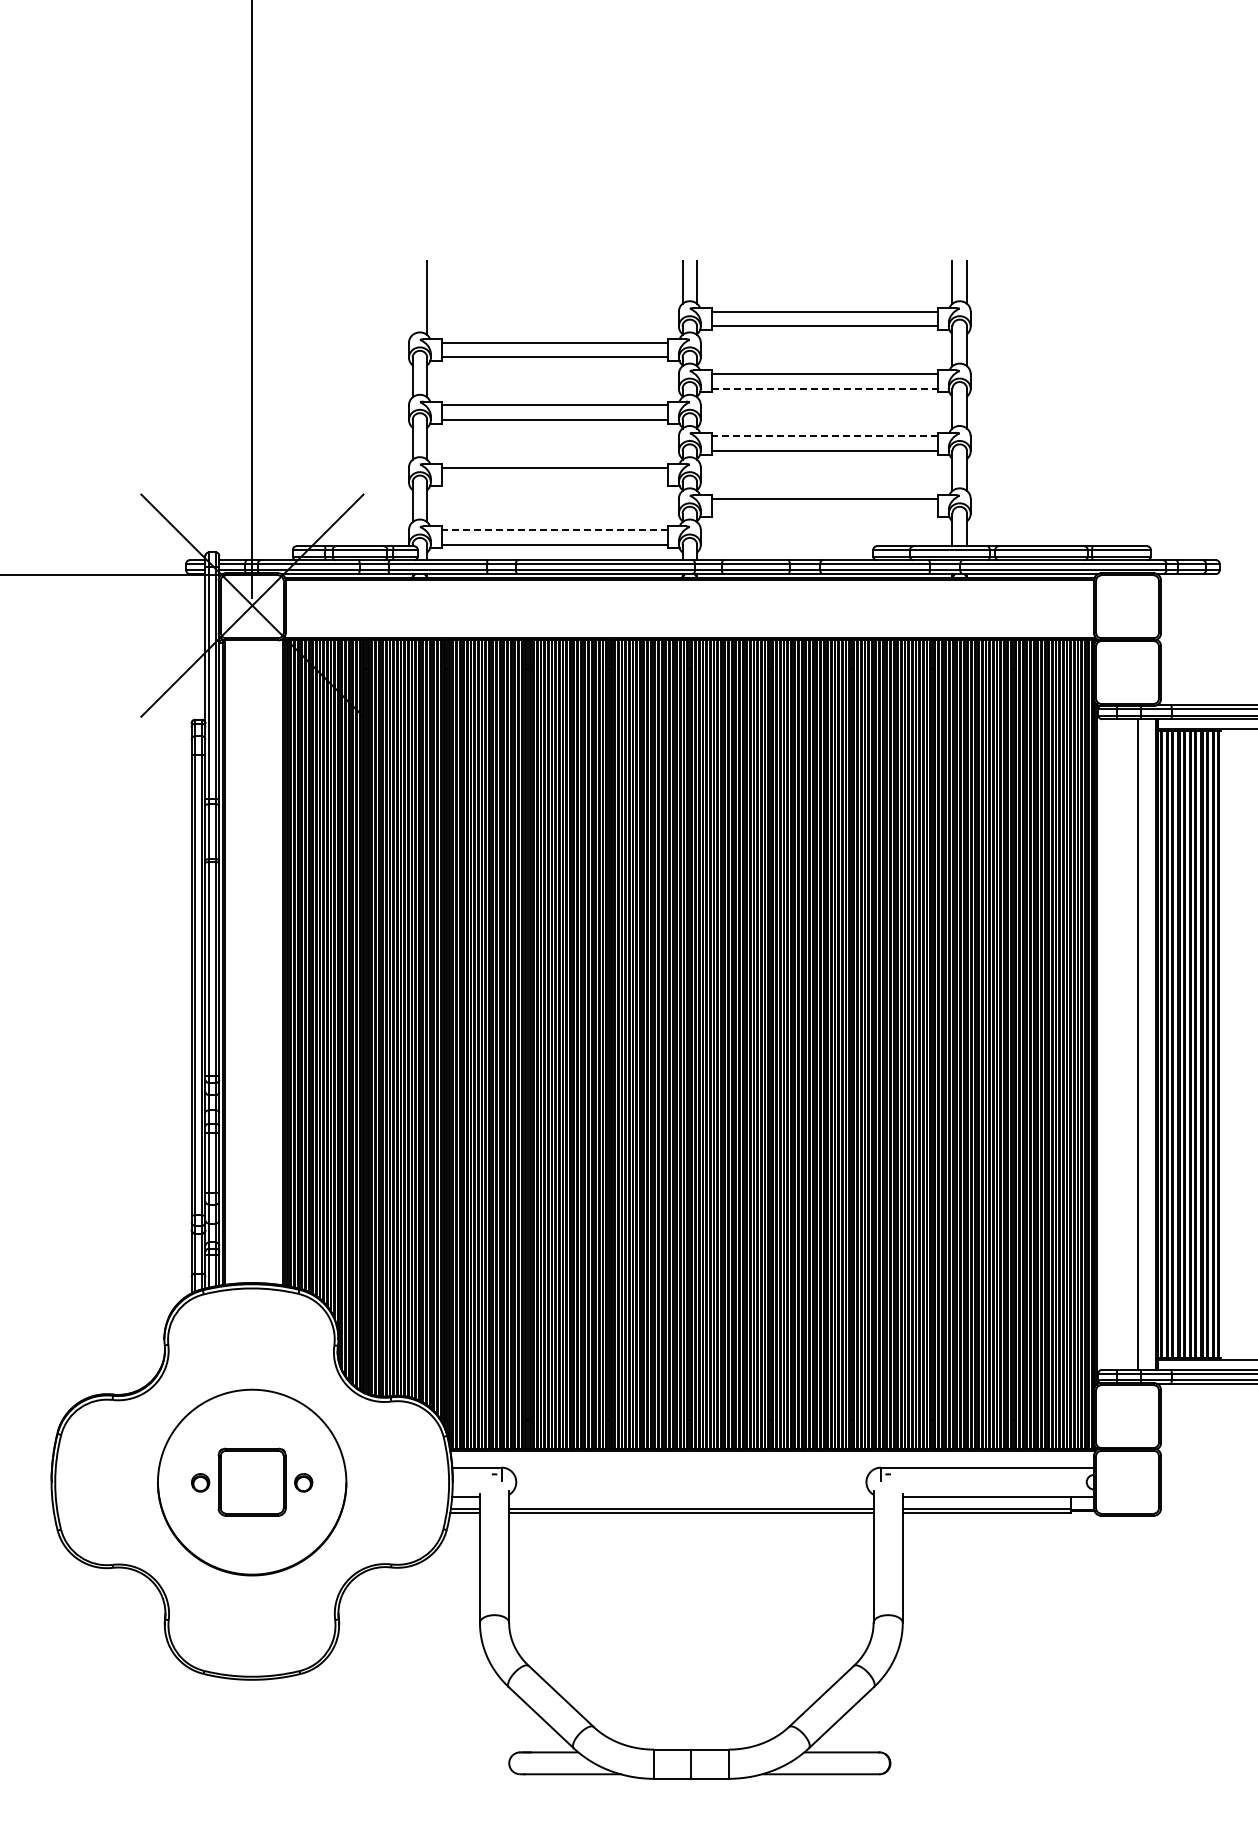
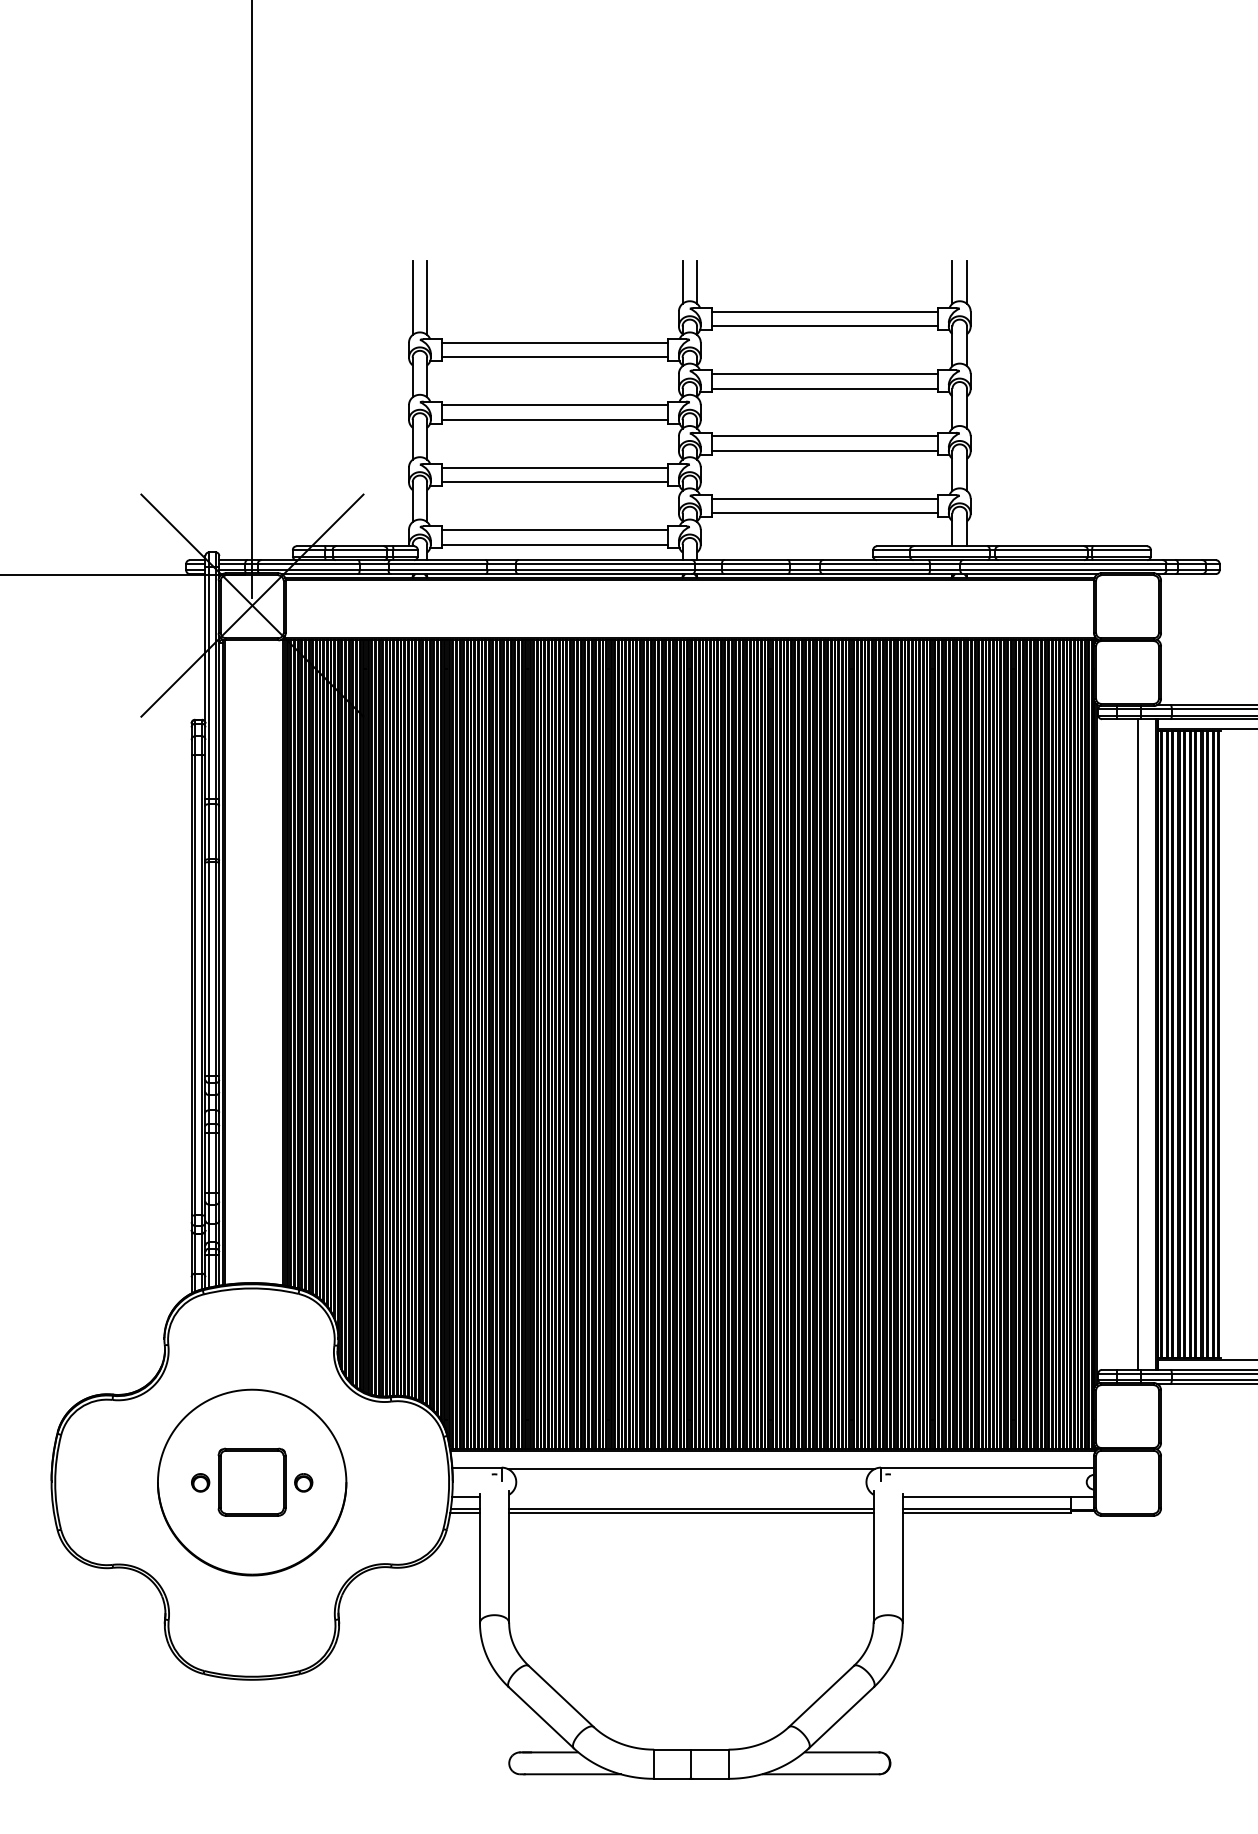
line at (412, 297): none -> present
line at (825, 388): dashed -> solid
line at (824, 436): dashed -> solid
line at (554, 482): none -> present
line at (824, 513): none -> present
line at (554, 530): dashed -> solid
line at (691, 1469): none -> present
